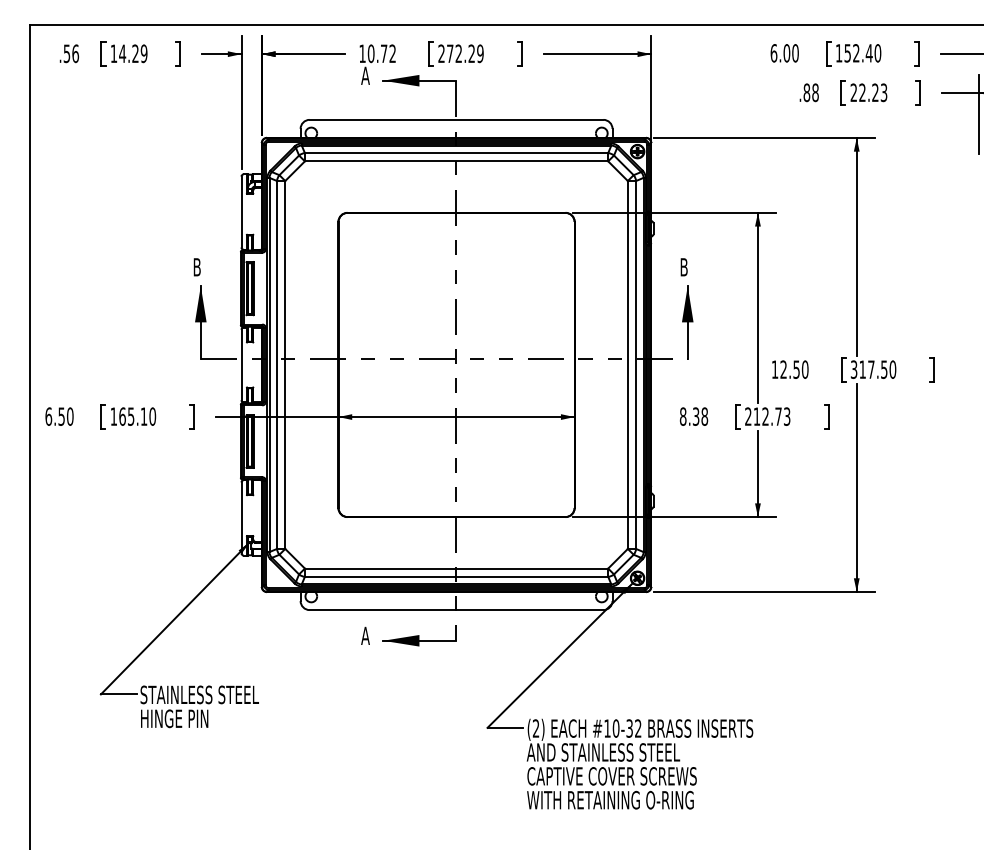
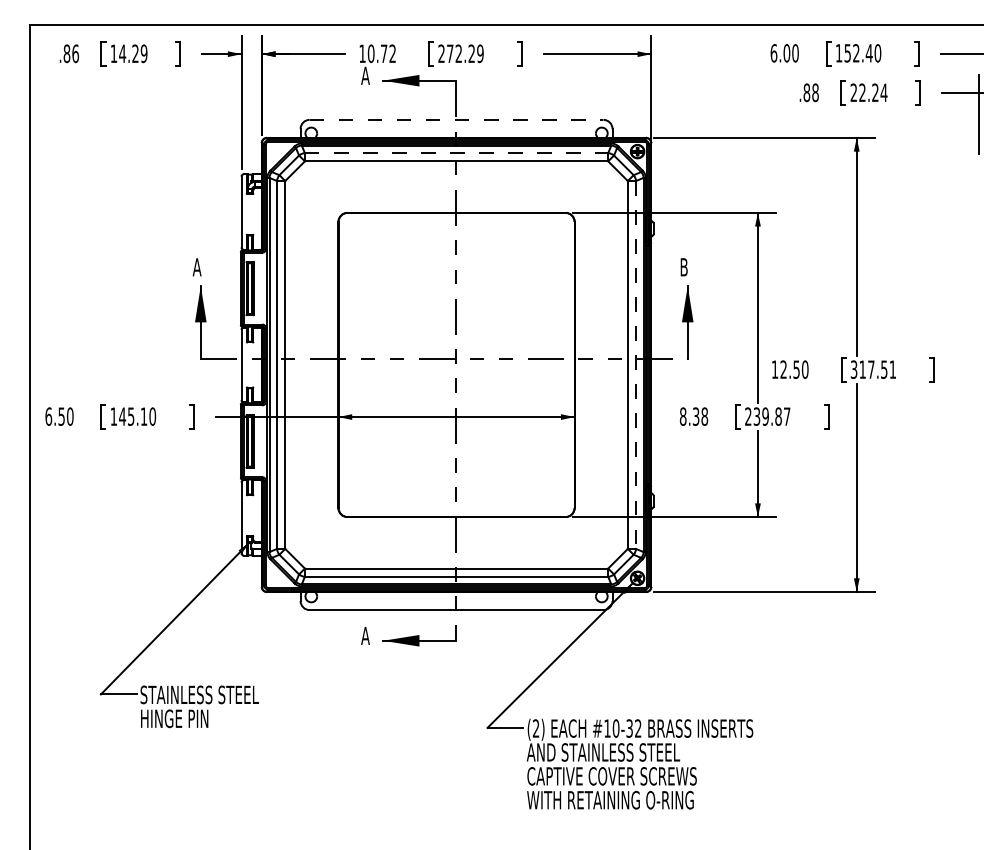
text at (66, 53): .56 -> .86
text at (883, 92): 22.23 -> 22.24
line at (456, 119): solid -> dashed
line at (456, 153): solid -> dashed
text at (196, 267): B -> A
line at (636, 364): solid -> dashed
text at (892, 369): 317.50 -> 317.51
text at (122, 416): 165.10 -> 145.10
text at (771, 416): 212.73 -> 239.87
